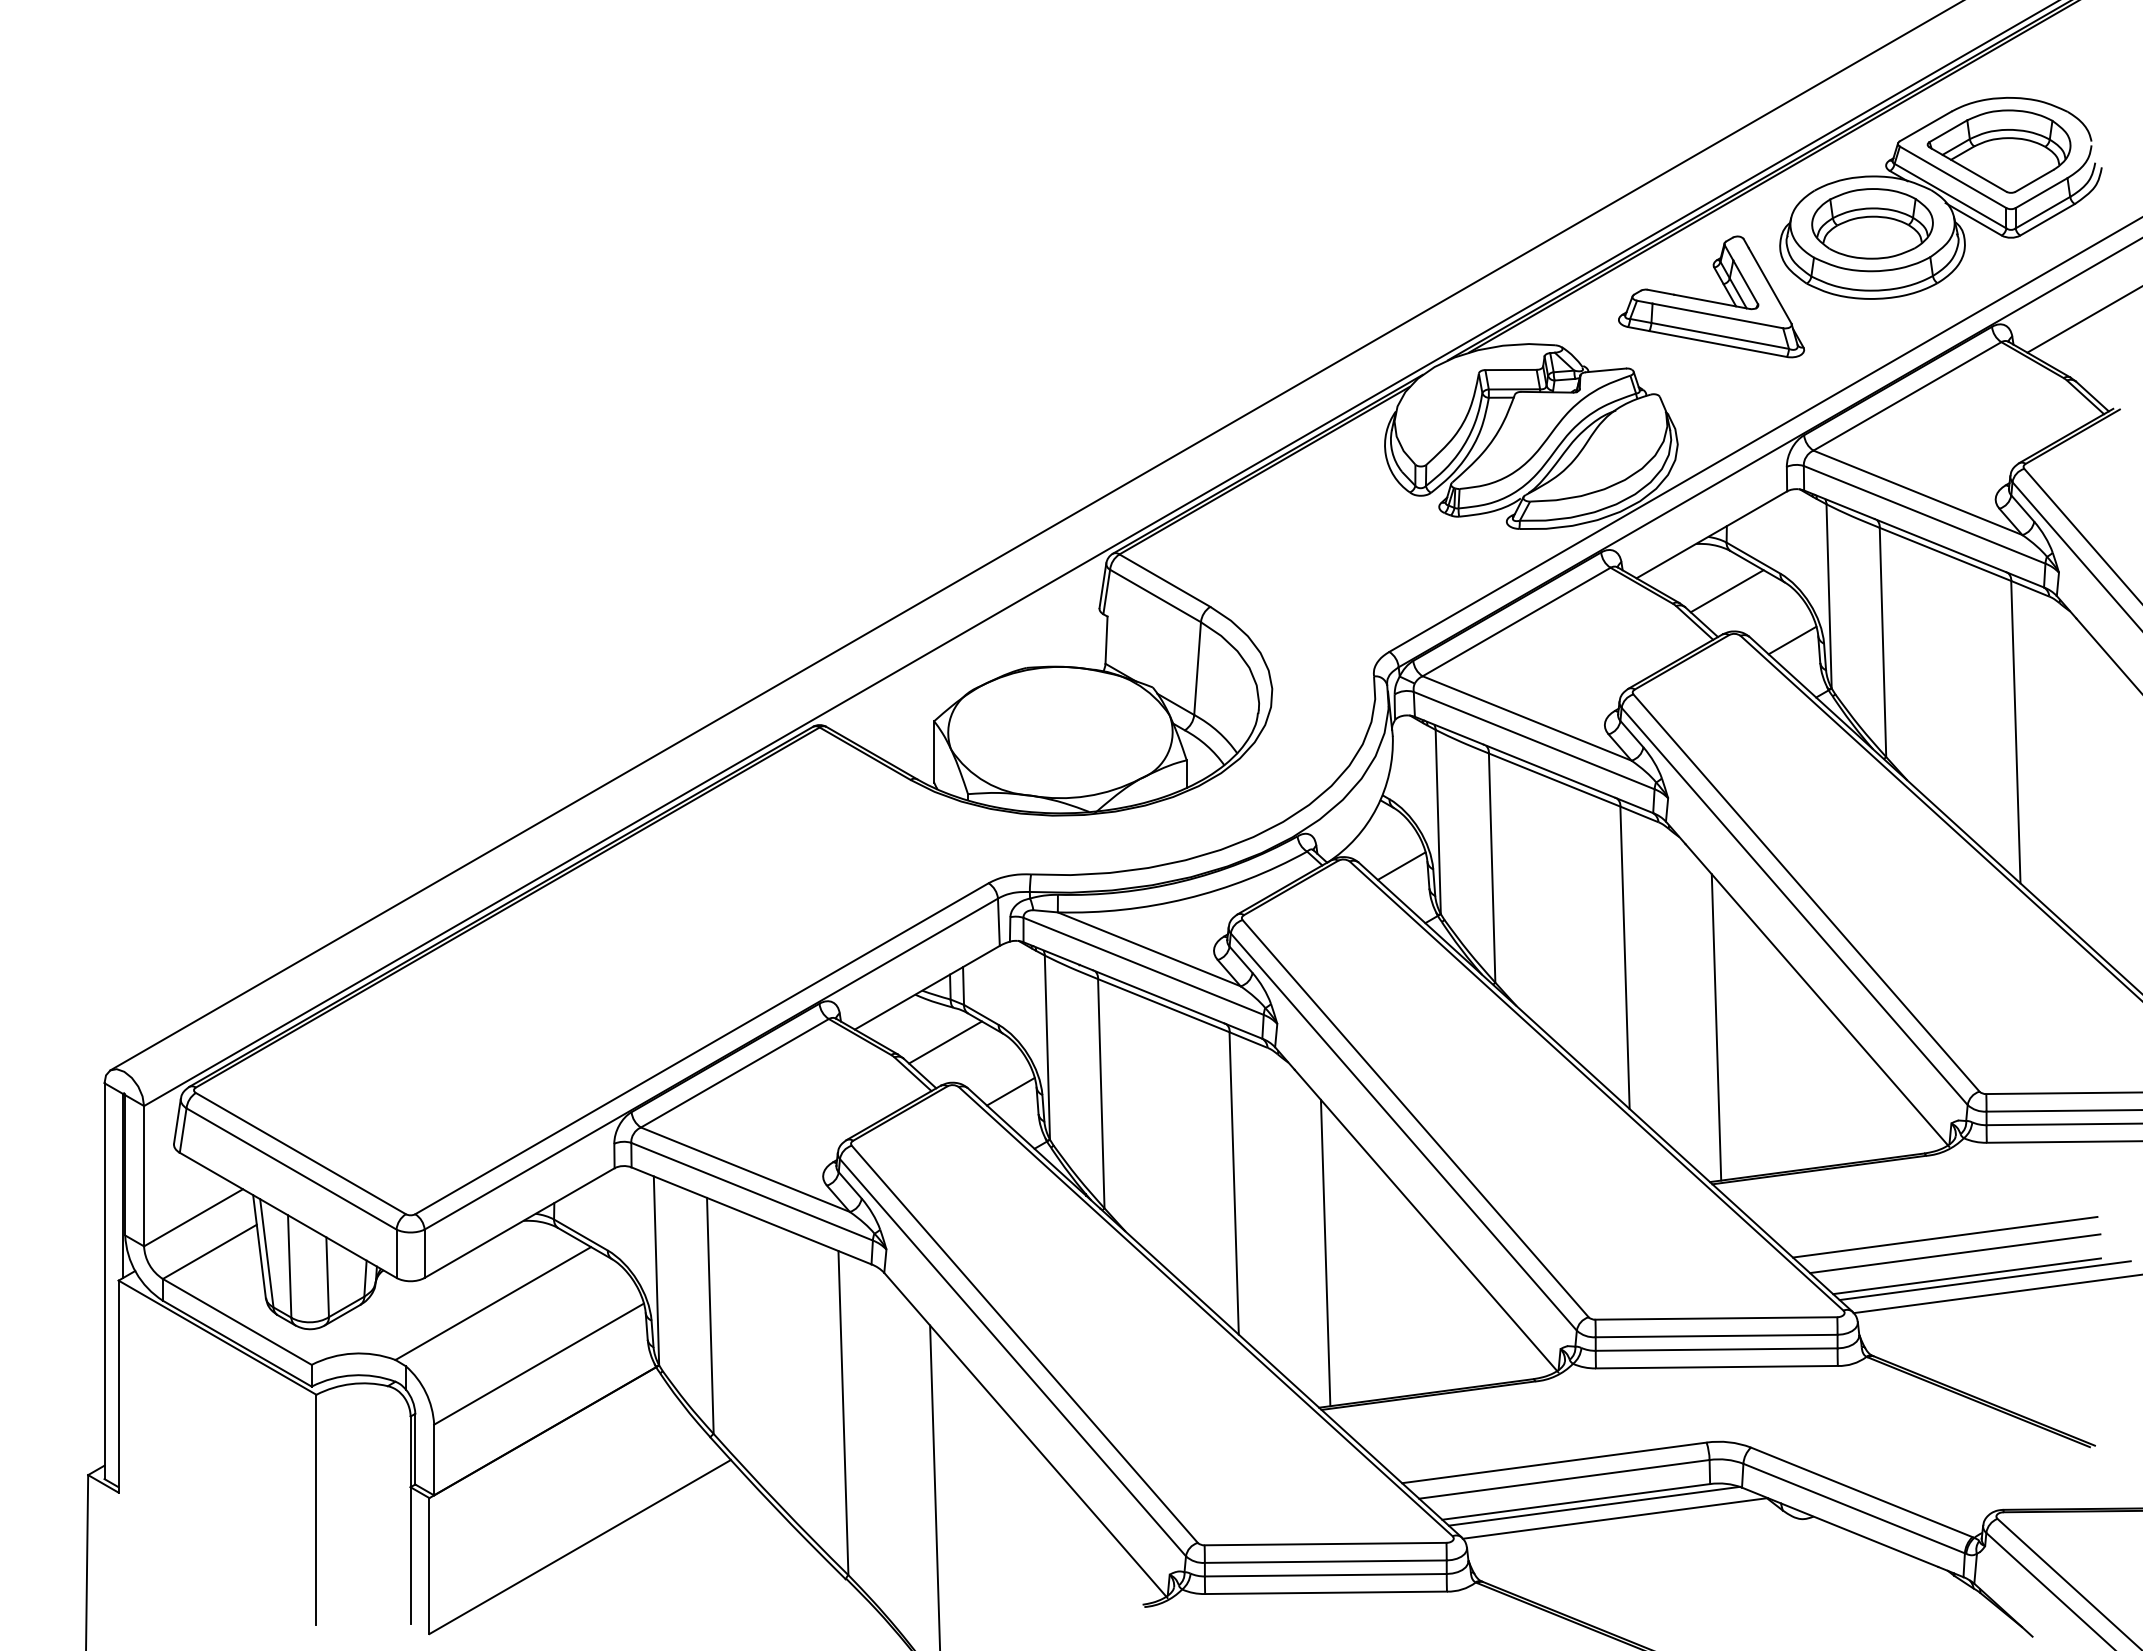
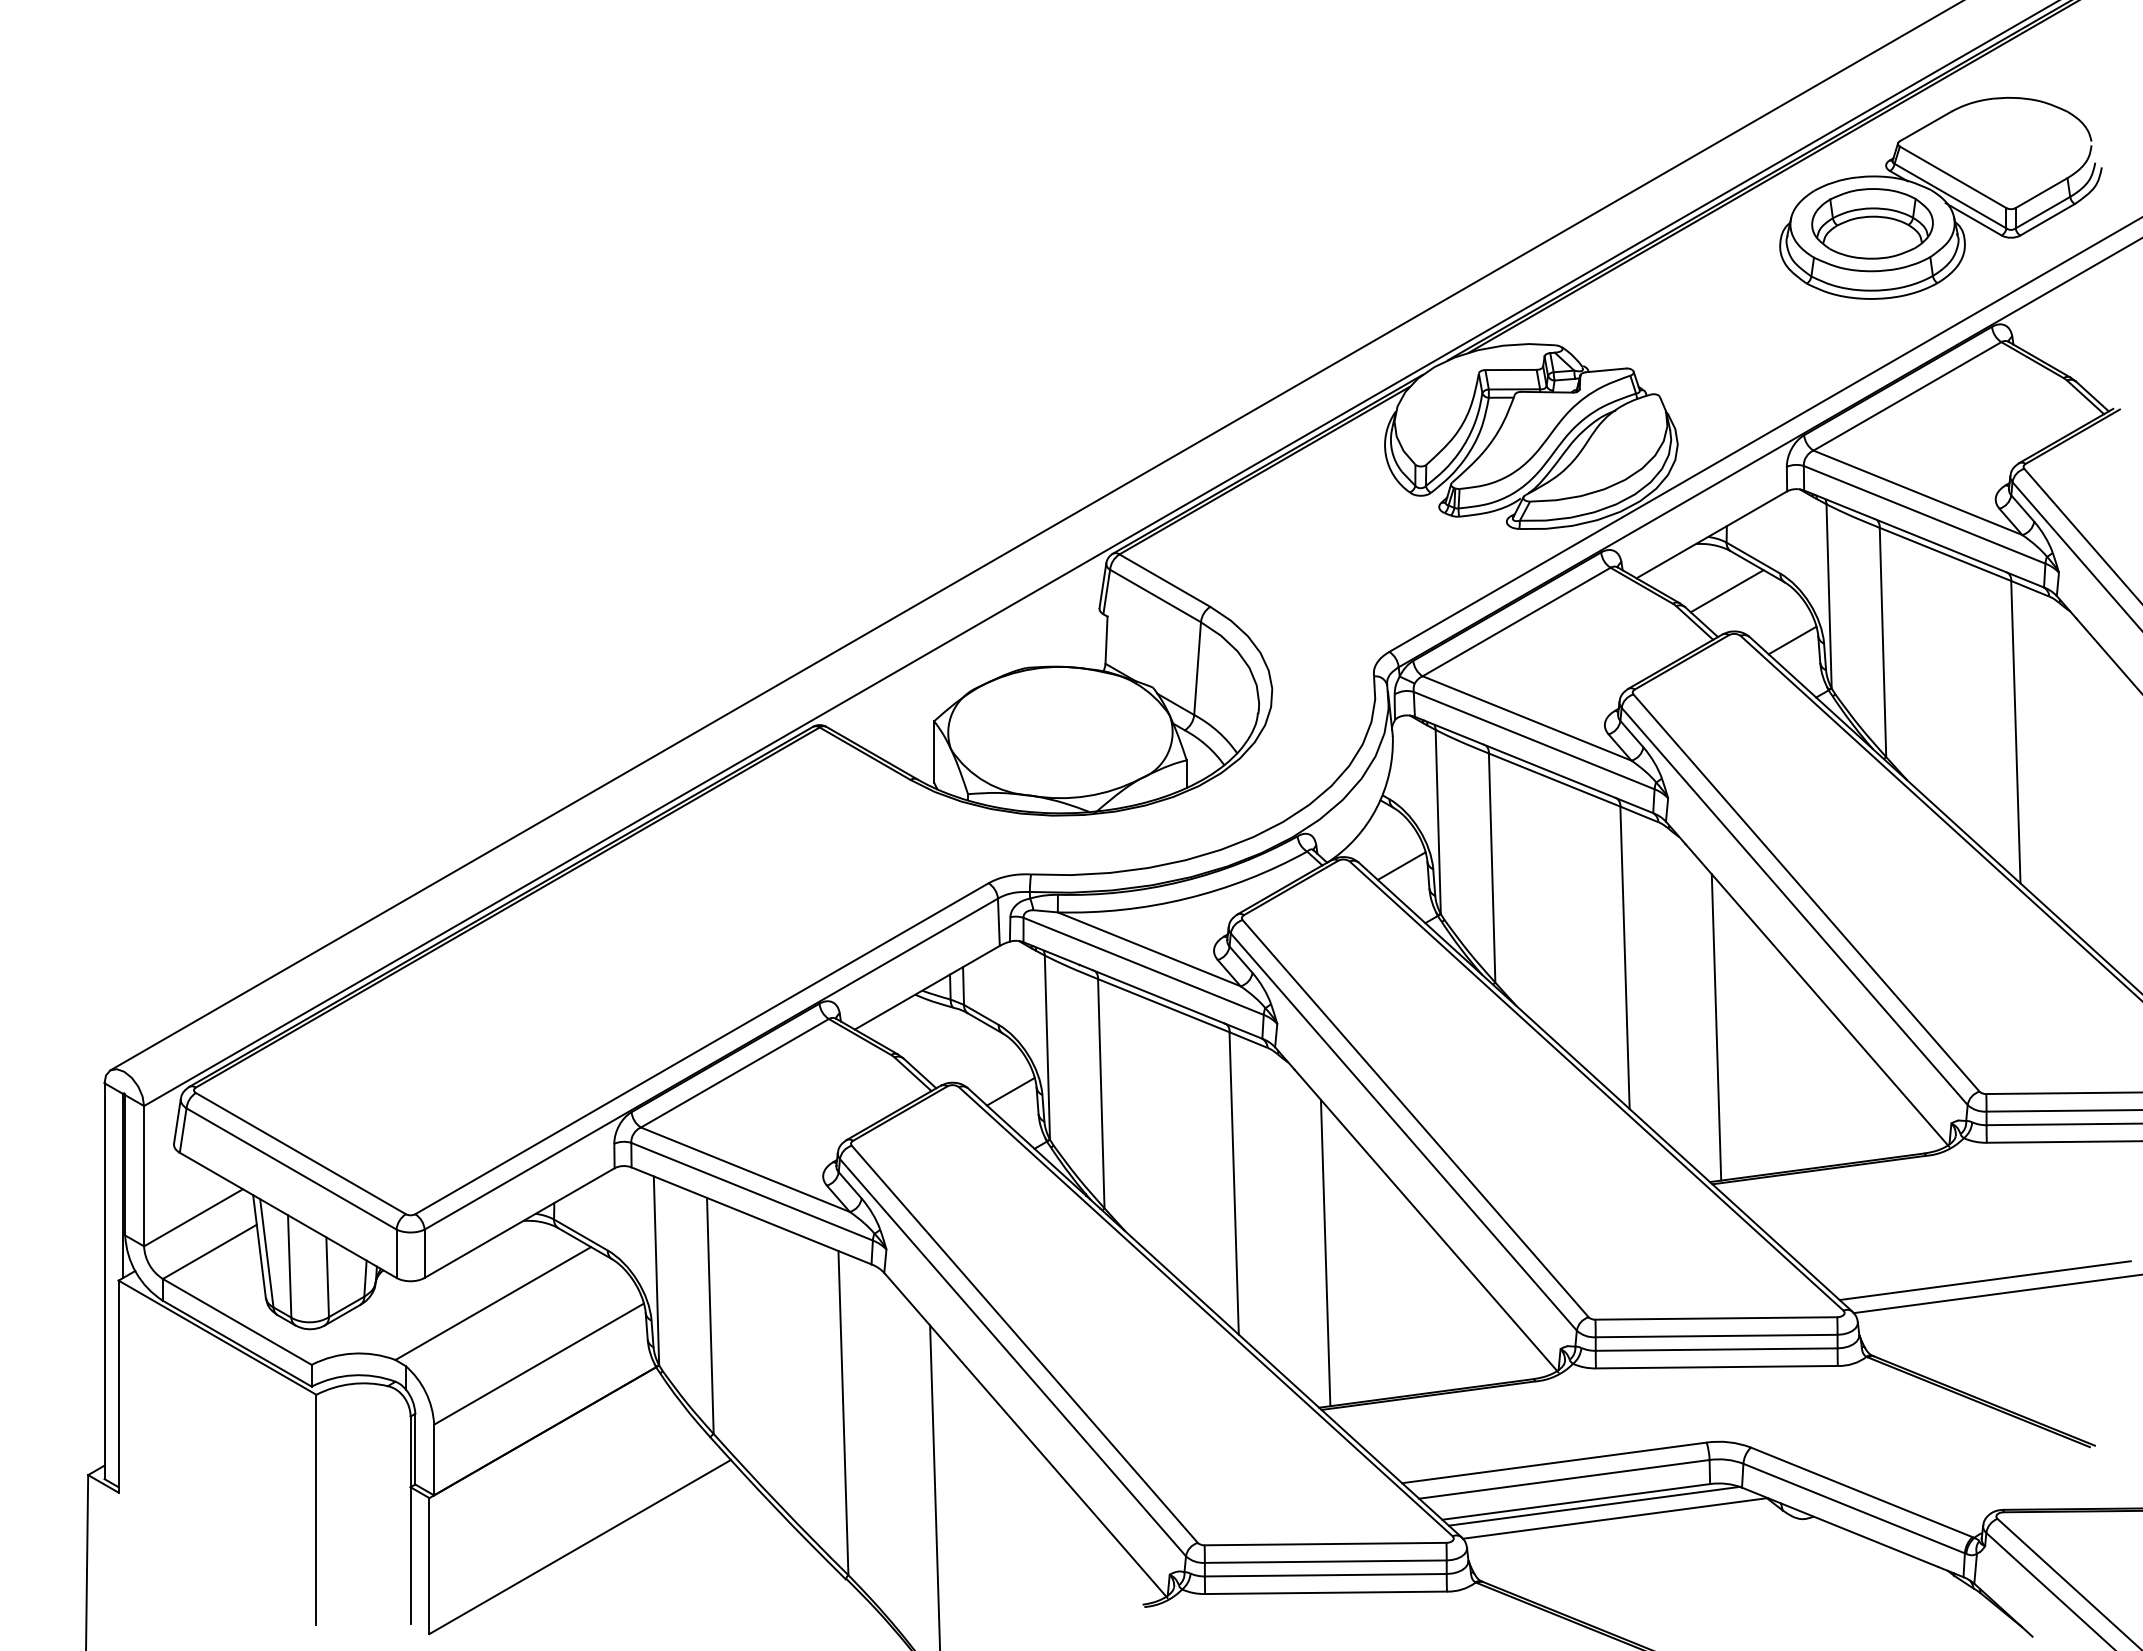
part at (1998, 151): present -> none
part at (1711, 296): present -> none
line at (2083, 319): present -> none
line at (945, 1042): present -> none
line at (1944, 1236): present -> none
line at (1955, 1253): present -> none
line at (1966, 1276): present -> none
